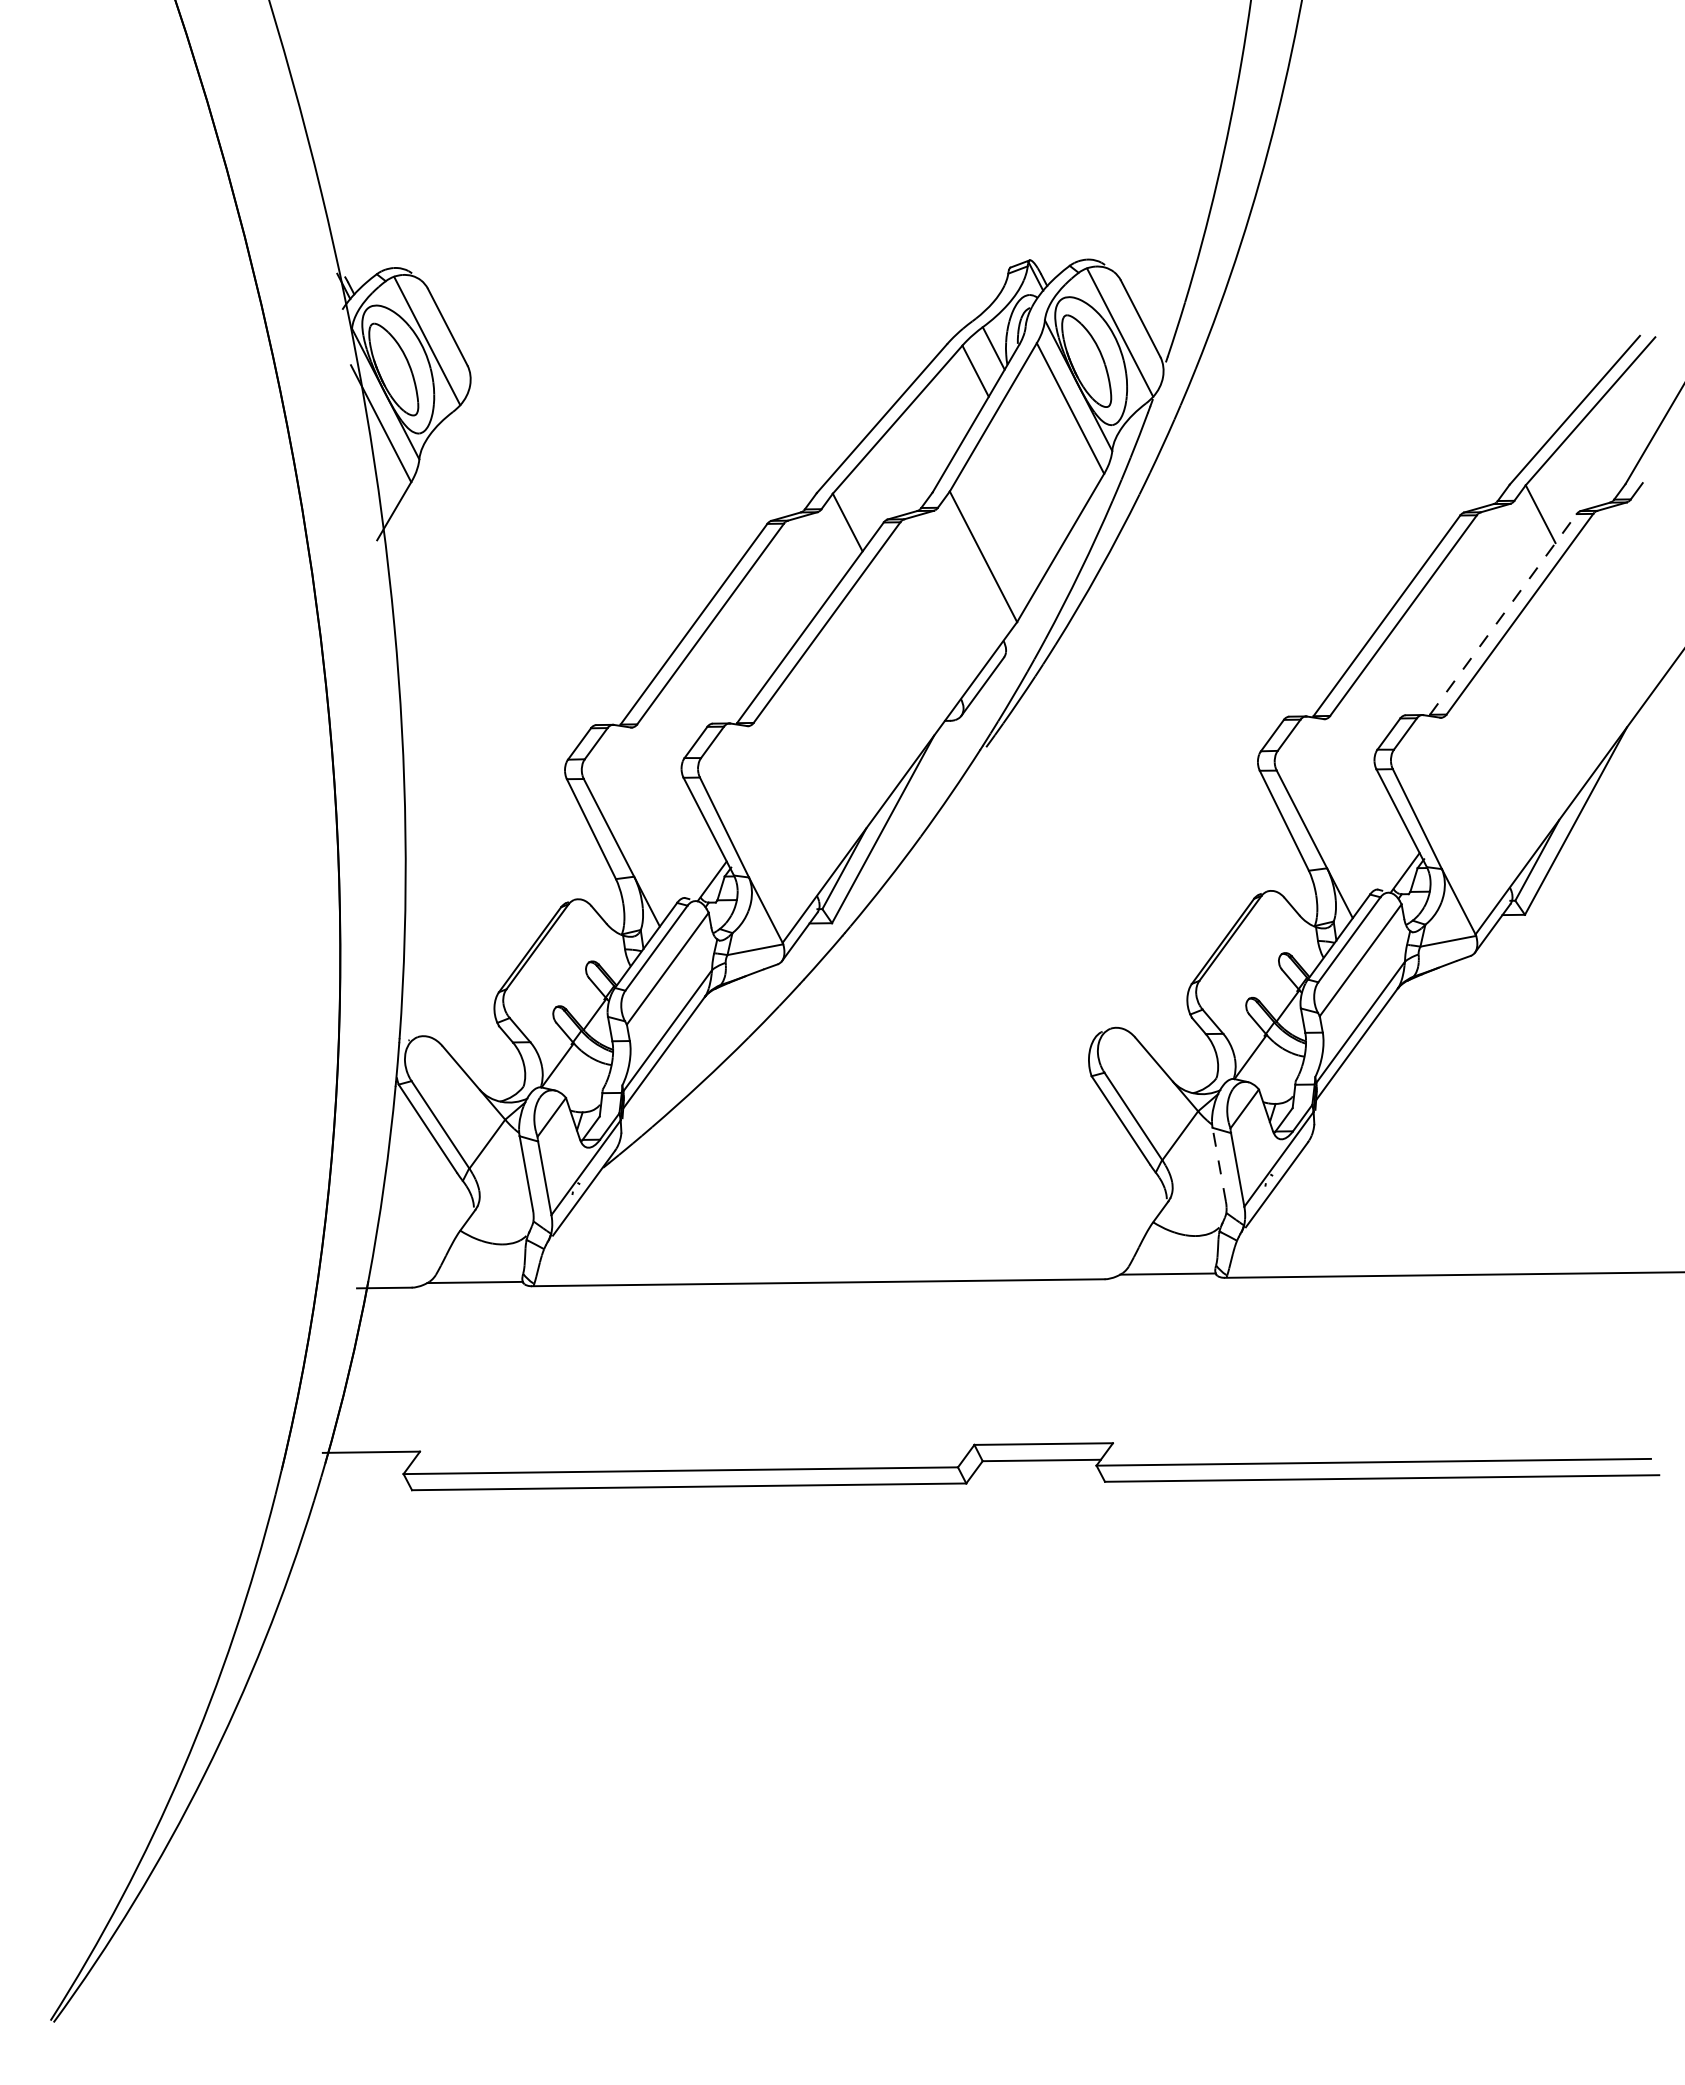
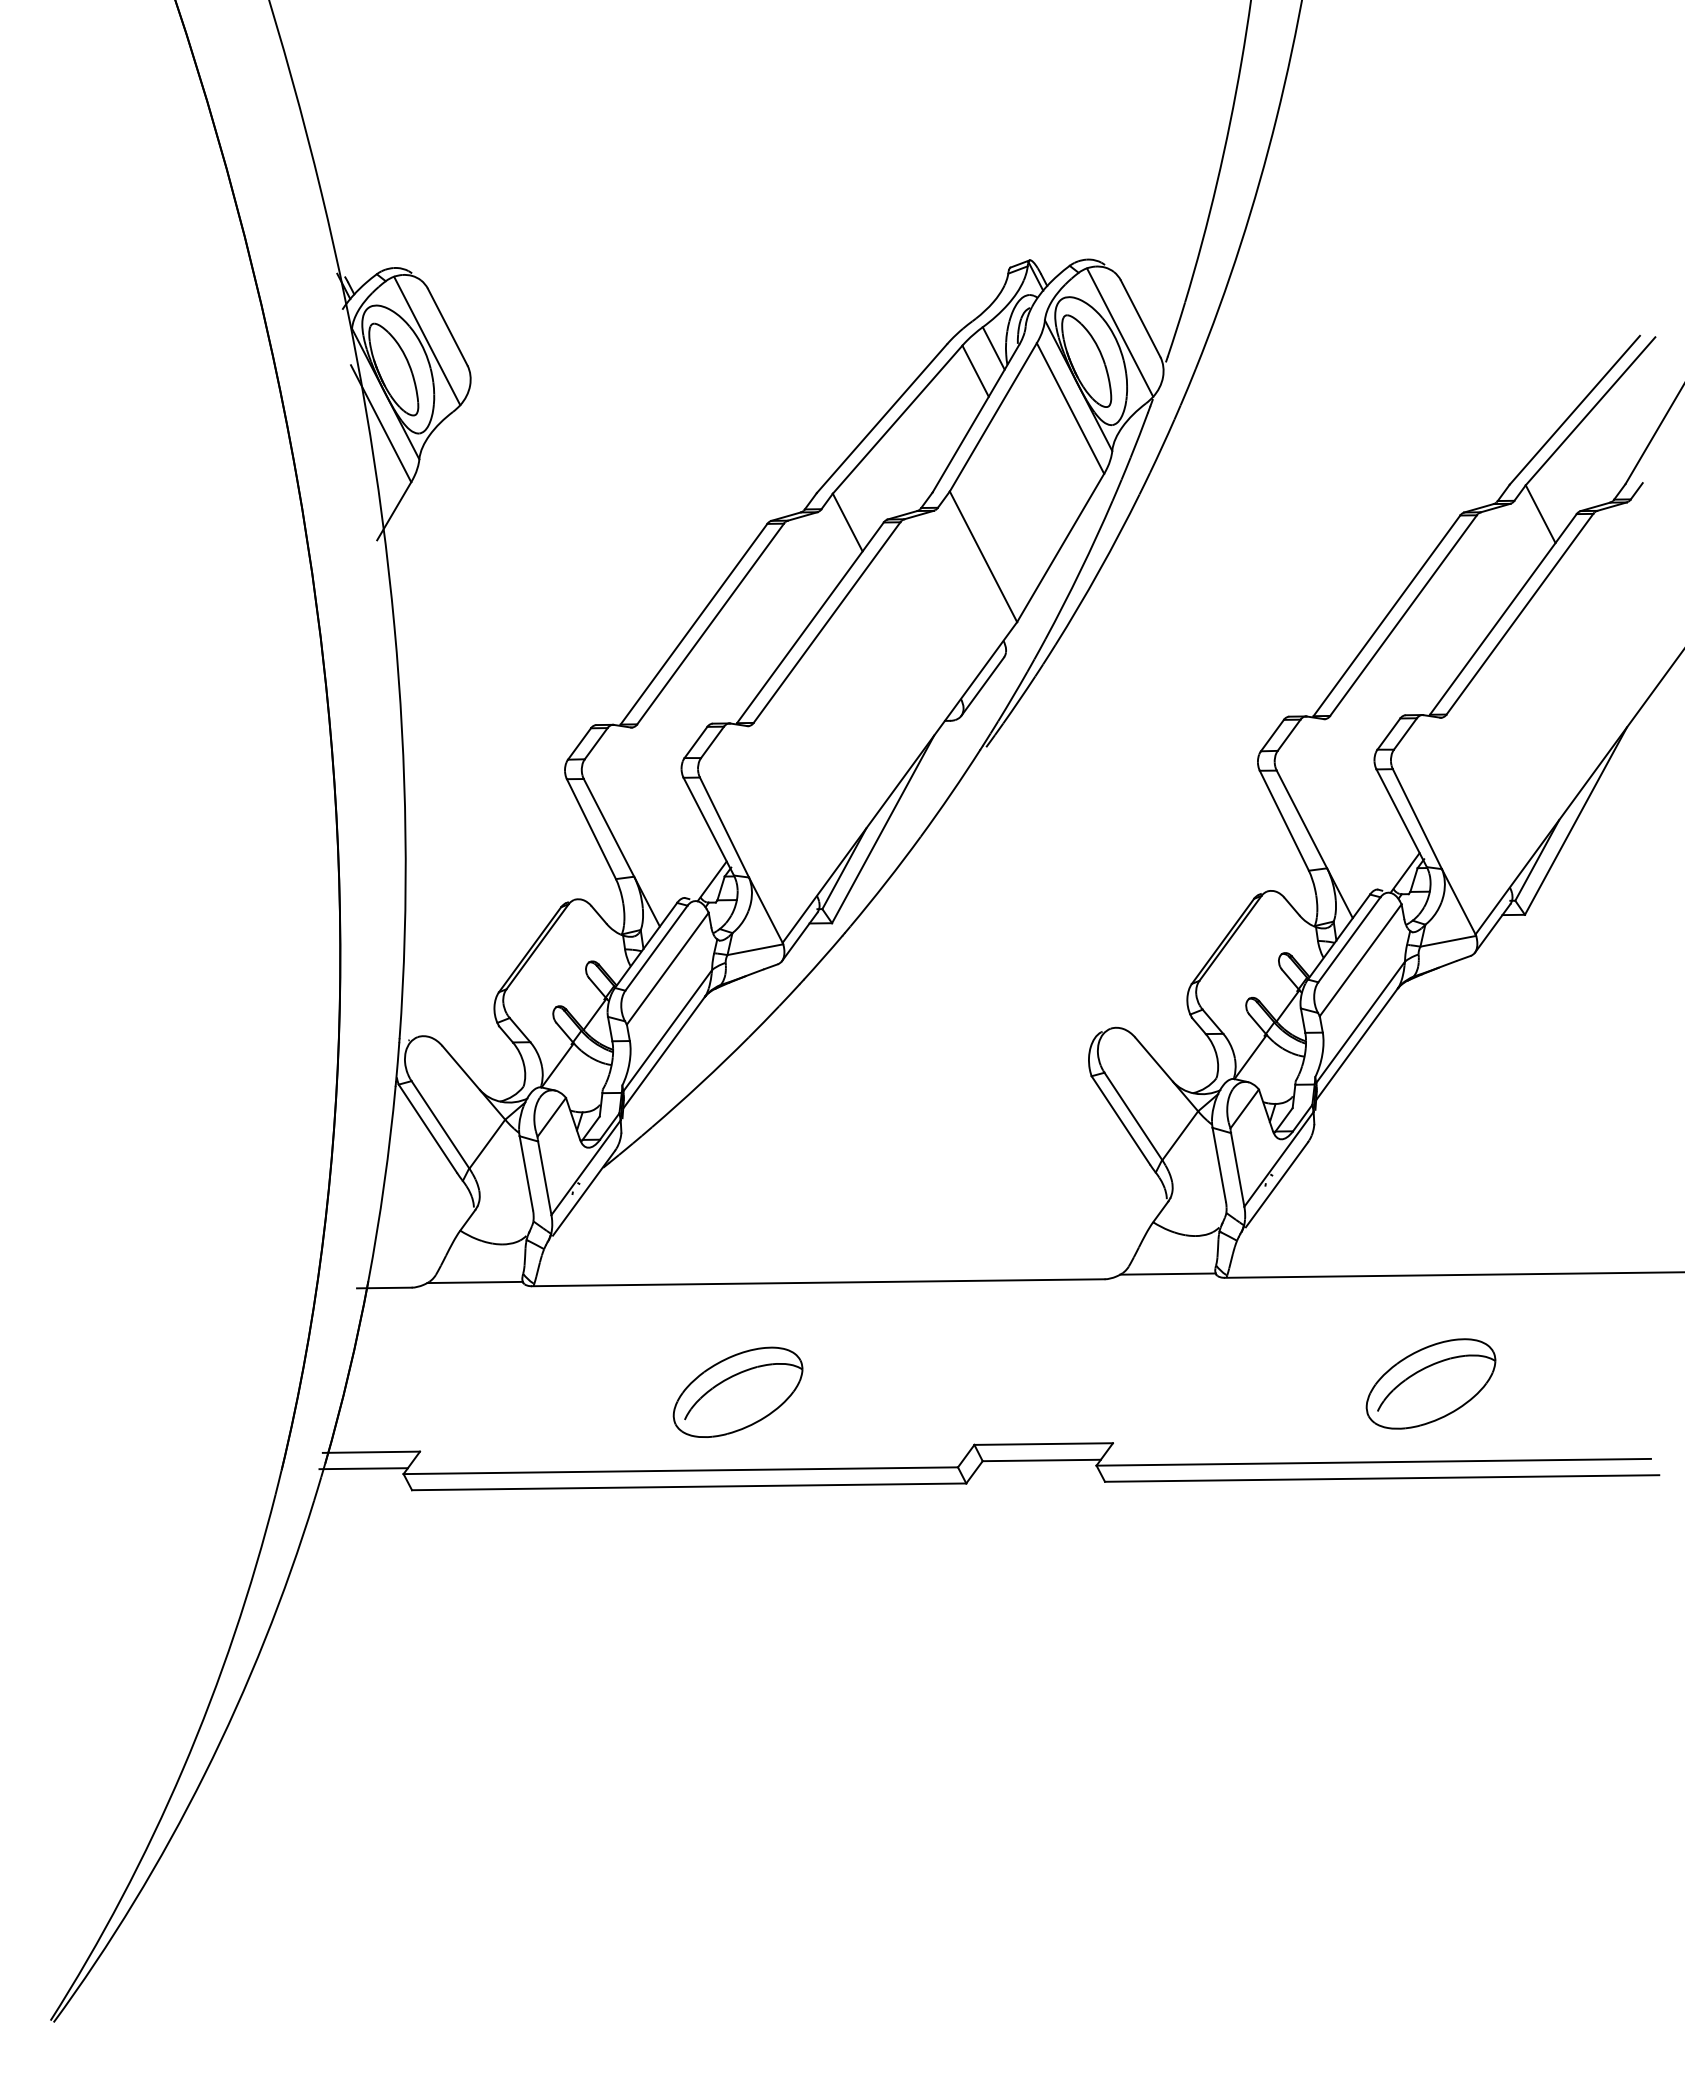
line at (1503, 614): dashed -> solid
line at (1219, 1164): dashed -> solid
part at (1430, 1383): none -> present
part at (737, 1391): none -> present
line at (363, 1468): none -> present
